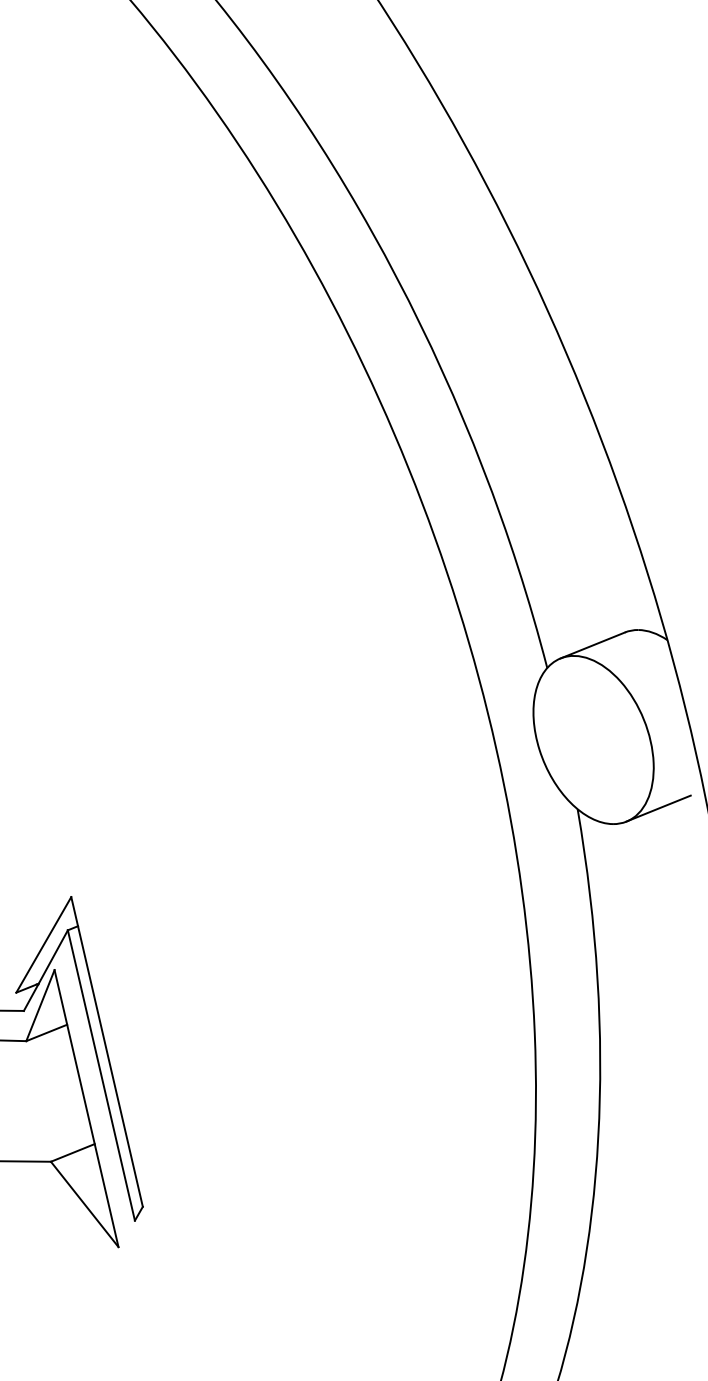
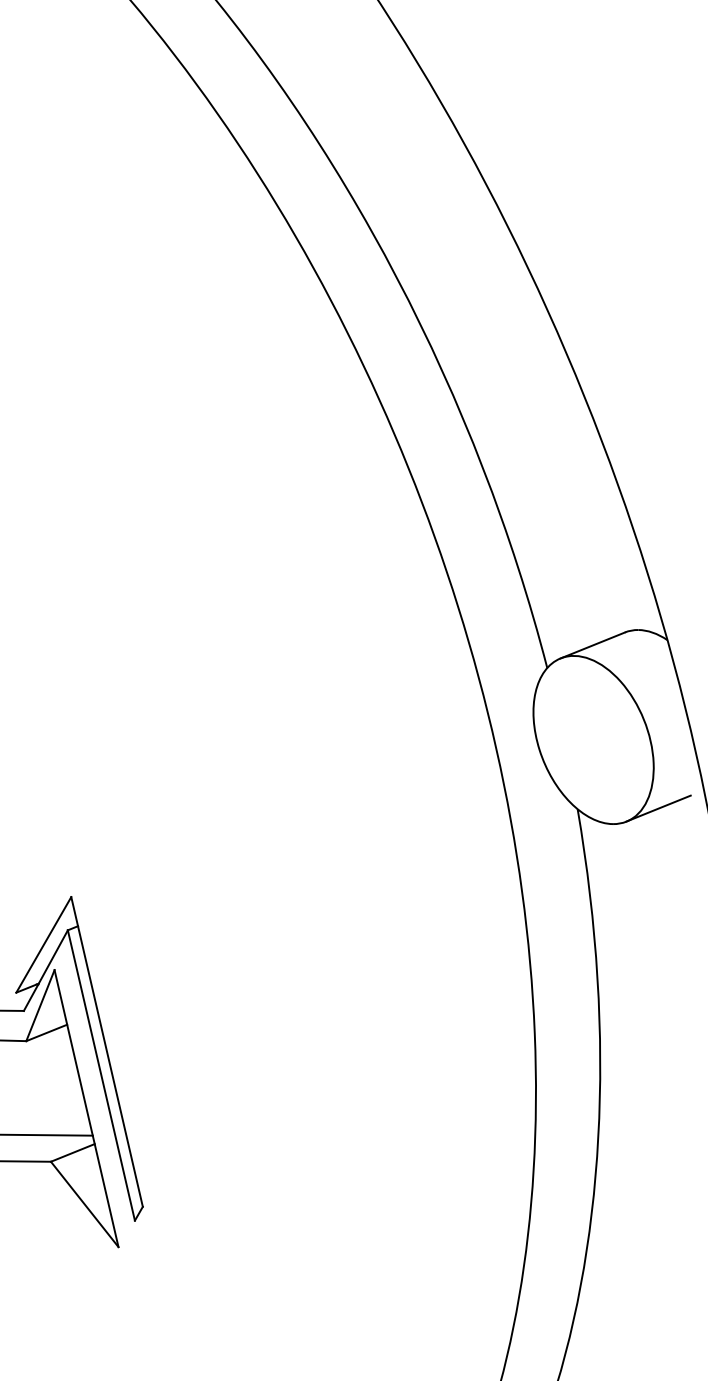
line at (47, 1134): none -> present
